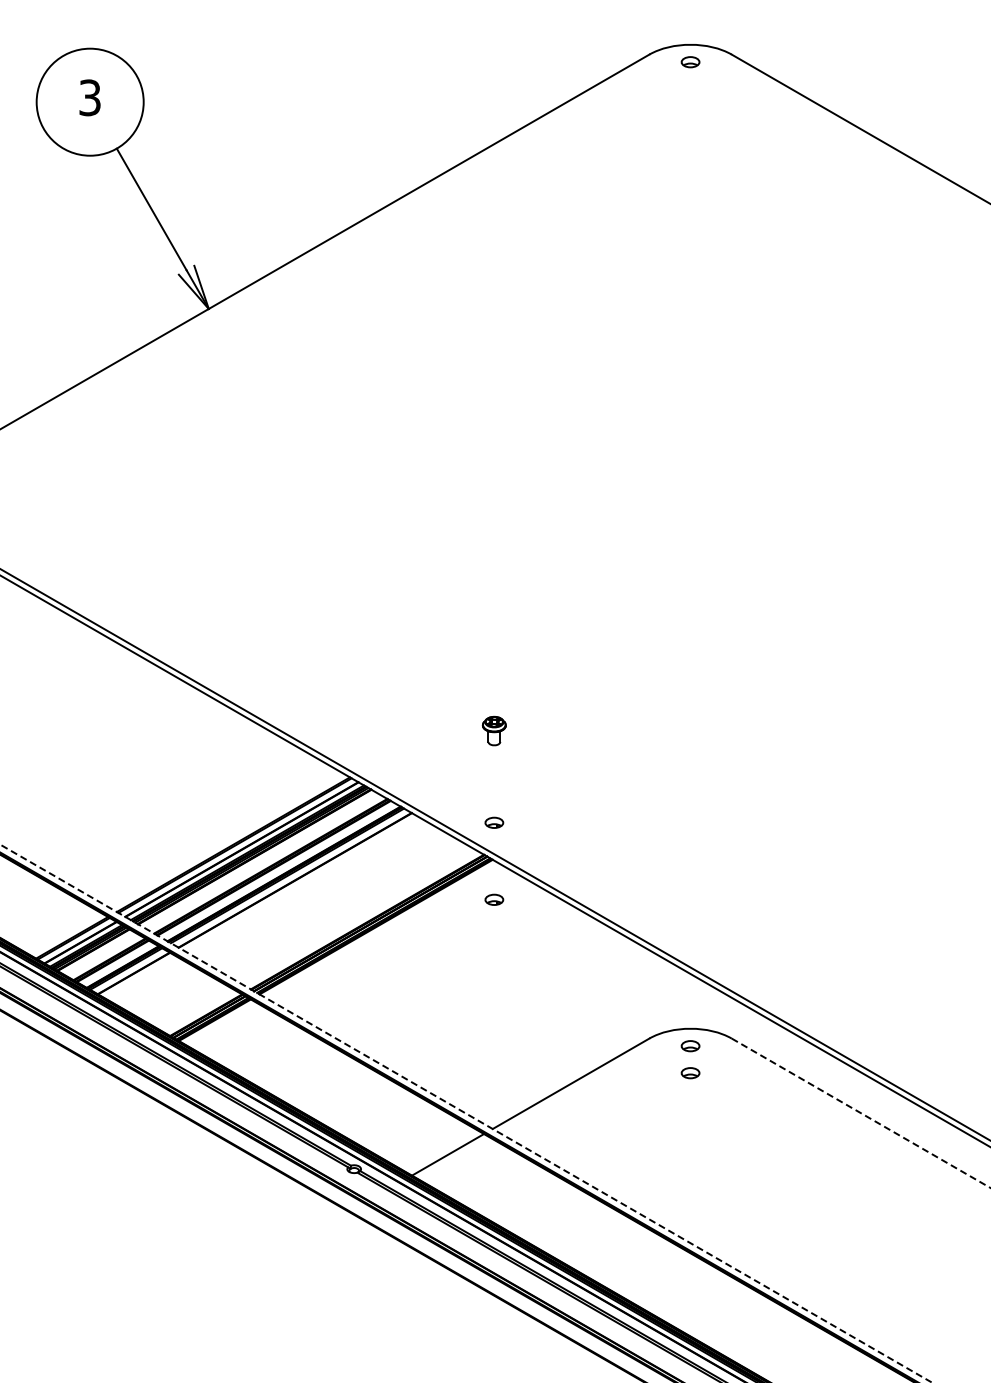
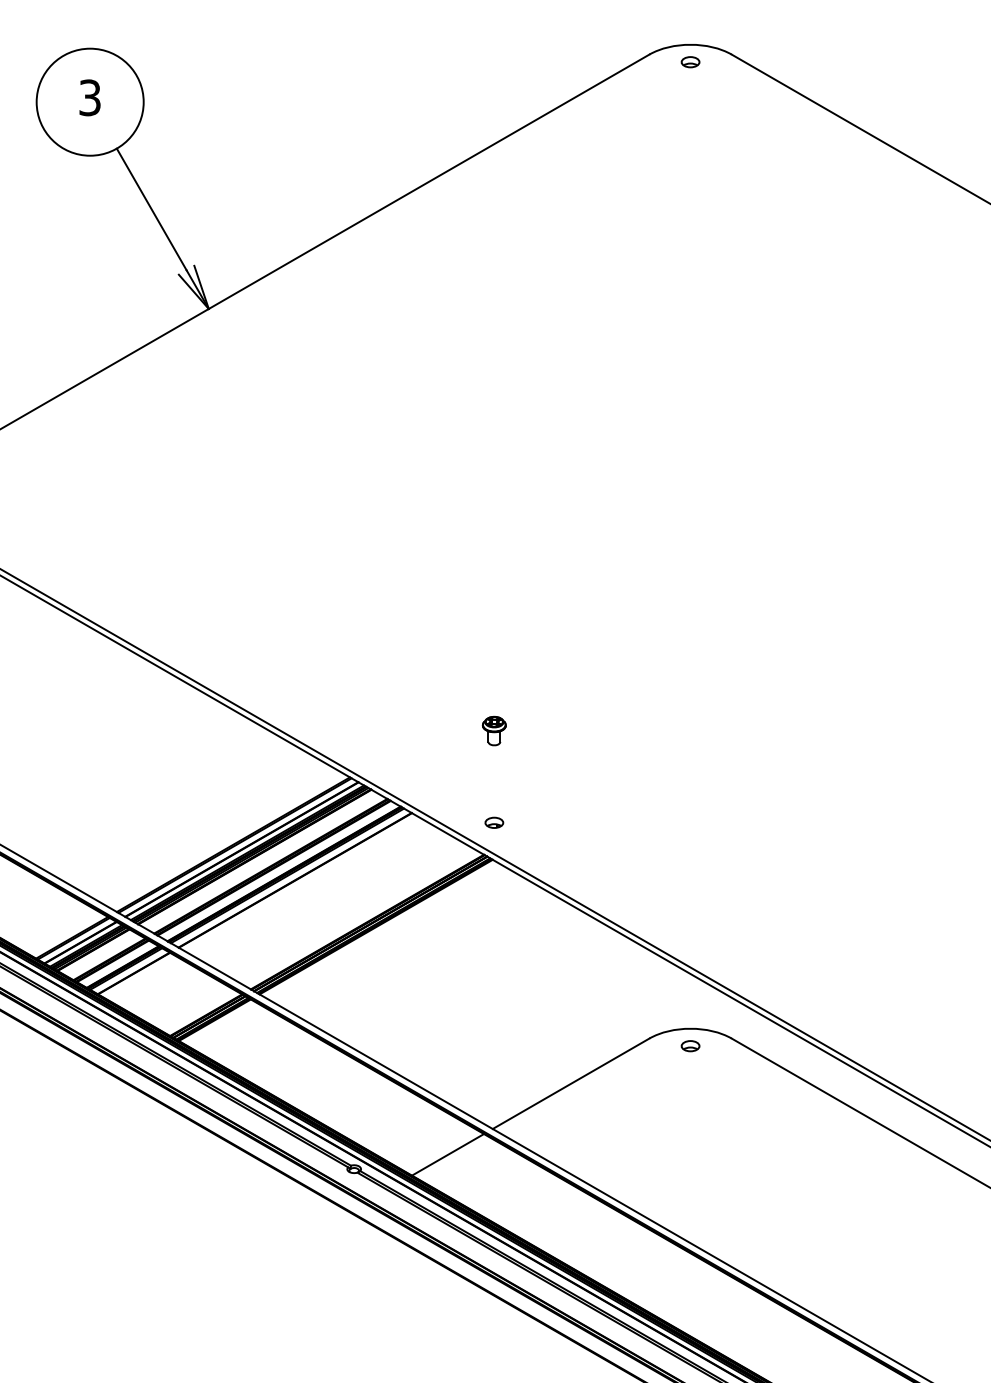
part at (494, 899): present -> none
part at (690, 1073): present -> none
line at (466, 1113): dashed -> solid
line at (861, 1113): dashed -> solid
